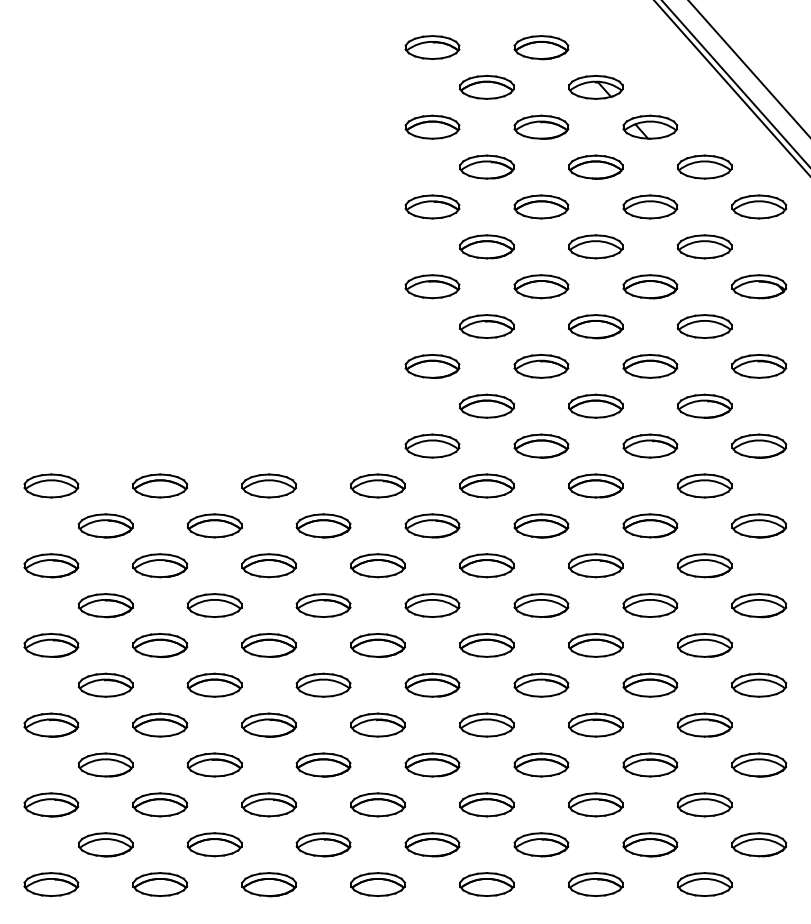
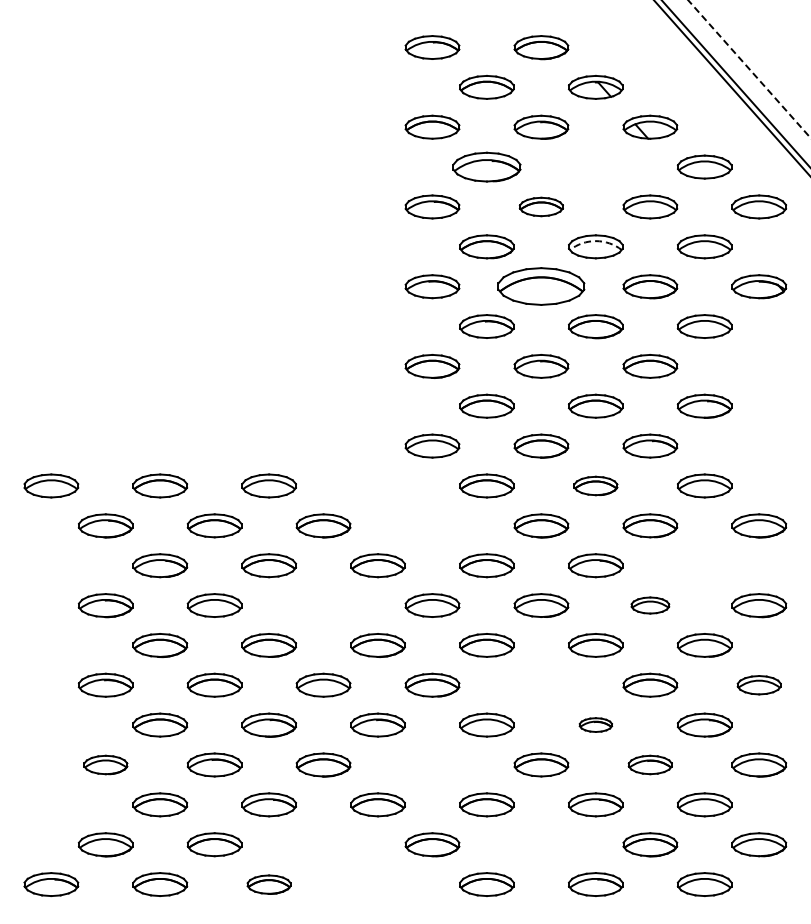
line at (749, 69): solid -> dashed
part at (486, 166) size: 56x26 px -> 70x32 px
part at (595, 166): present -> none
part at (541, 206) size: 57x26 px -> 46x22 px
arc at (595, 241): solid -> dashed
part at (541, 286) size: 57x26 px -> 89x39 px
part at (759, 366): present -> none
part at (759, 445): present -> none
part at (377, 485): present -> none
part at (595, 485) size: 56x26 px -> 46x22 px
part at (432, 525): present -> none
part at (51, 565): present -> none
part at (704, 565): present -> none
part at (323, 605): present -> none
part at (650, 605) size: 57x25 px -> 41x19 px
part at (51, 645): present -> none
part at (541, 684): present -> none
part at (759, 684) size: 57x26 px -> 46x21 px
part at (51, 724): present -> none
part at (595, 724) size: 56x26 px -> 36x16 px
part at (105, 764) size: 56x26 px -> 46x22 px
part at (432, 764): present -> none
part at (650, 764) size: 57x26 px -> 46x22 px
part at (51, 804): present -> none
part at (323, 844): present -> none
part at (541, 844): present -> none
part at (268, 884) size: 56x26 px -> 46x21 px
part at (377, 884): present -> none
